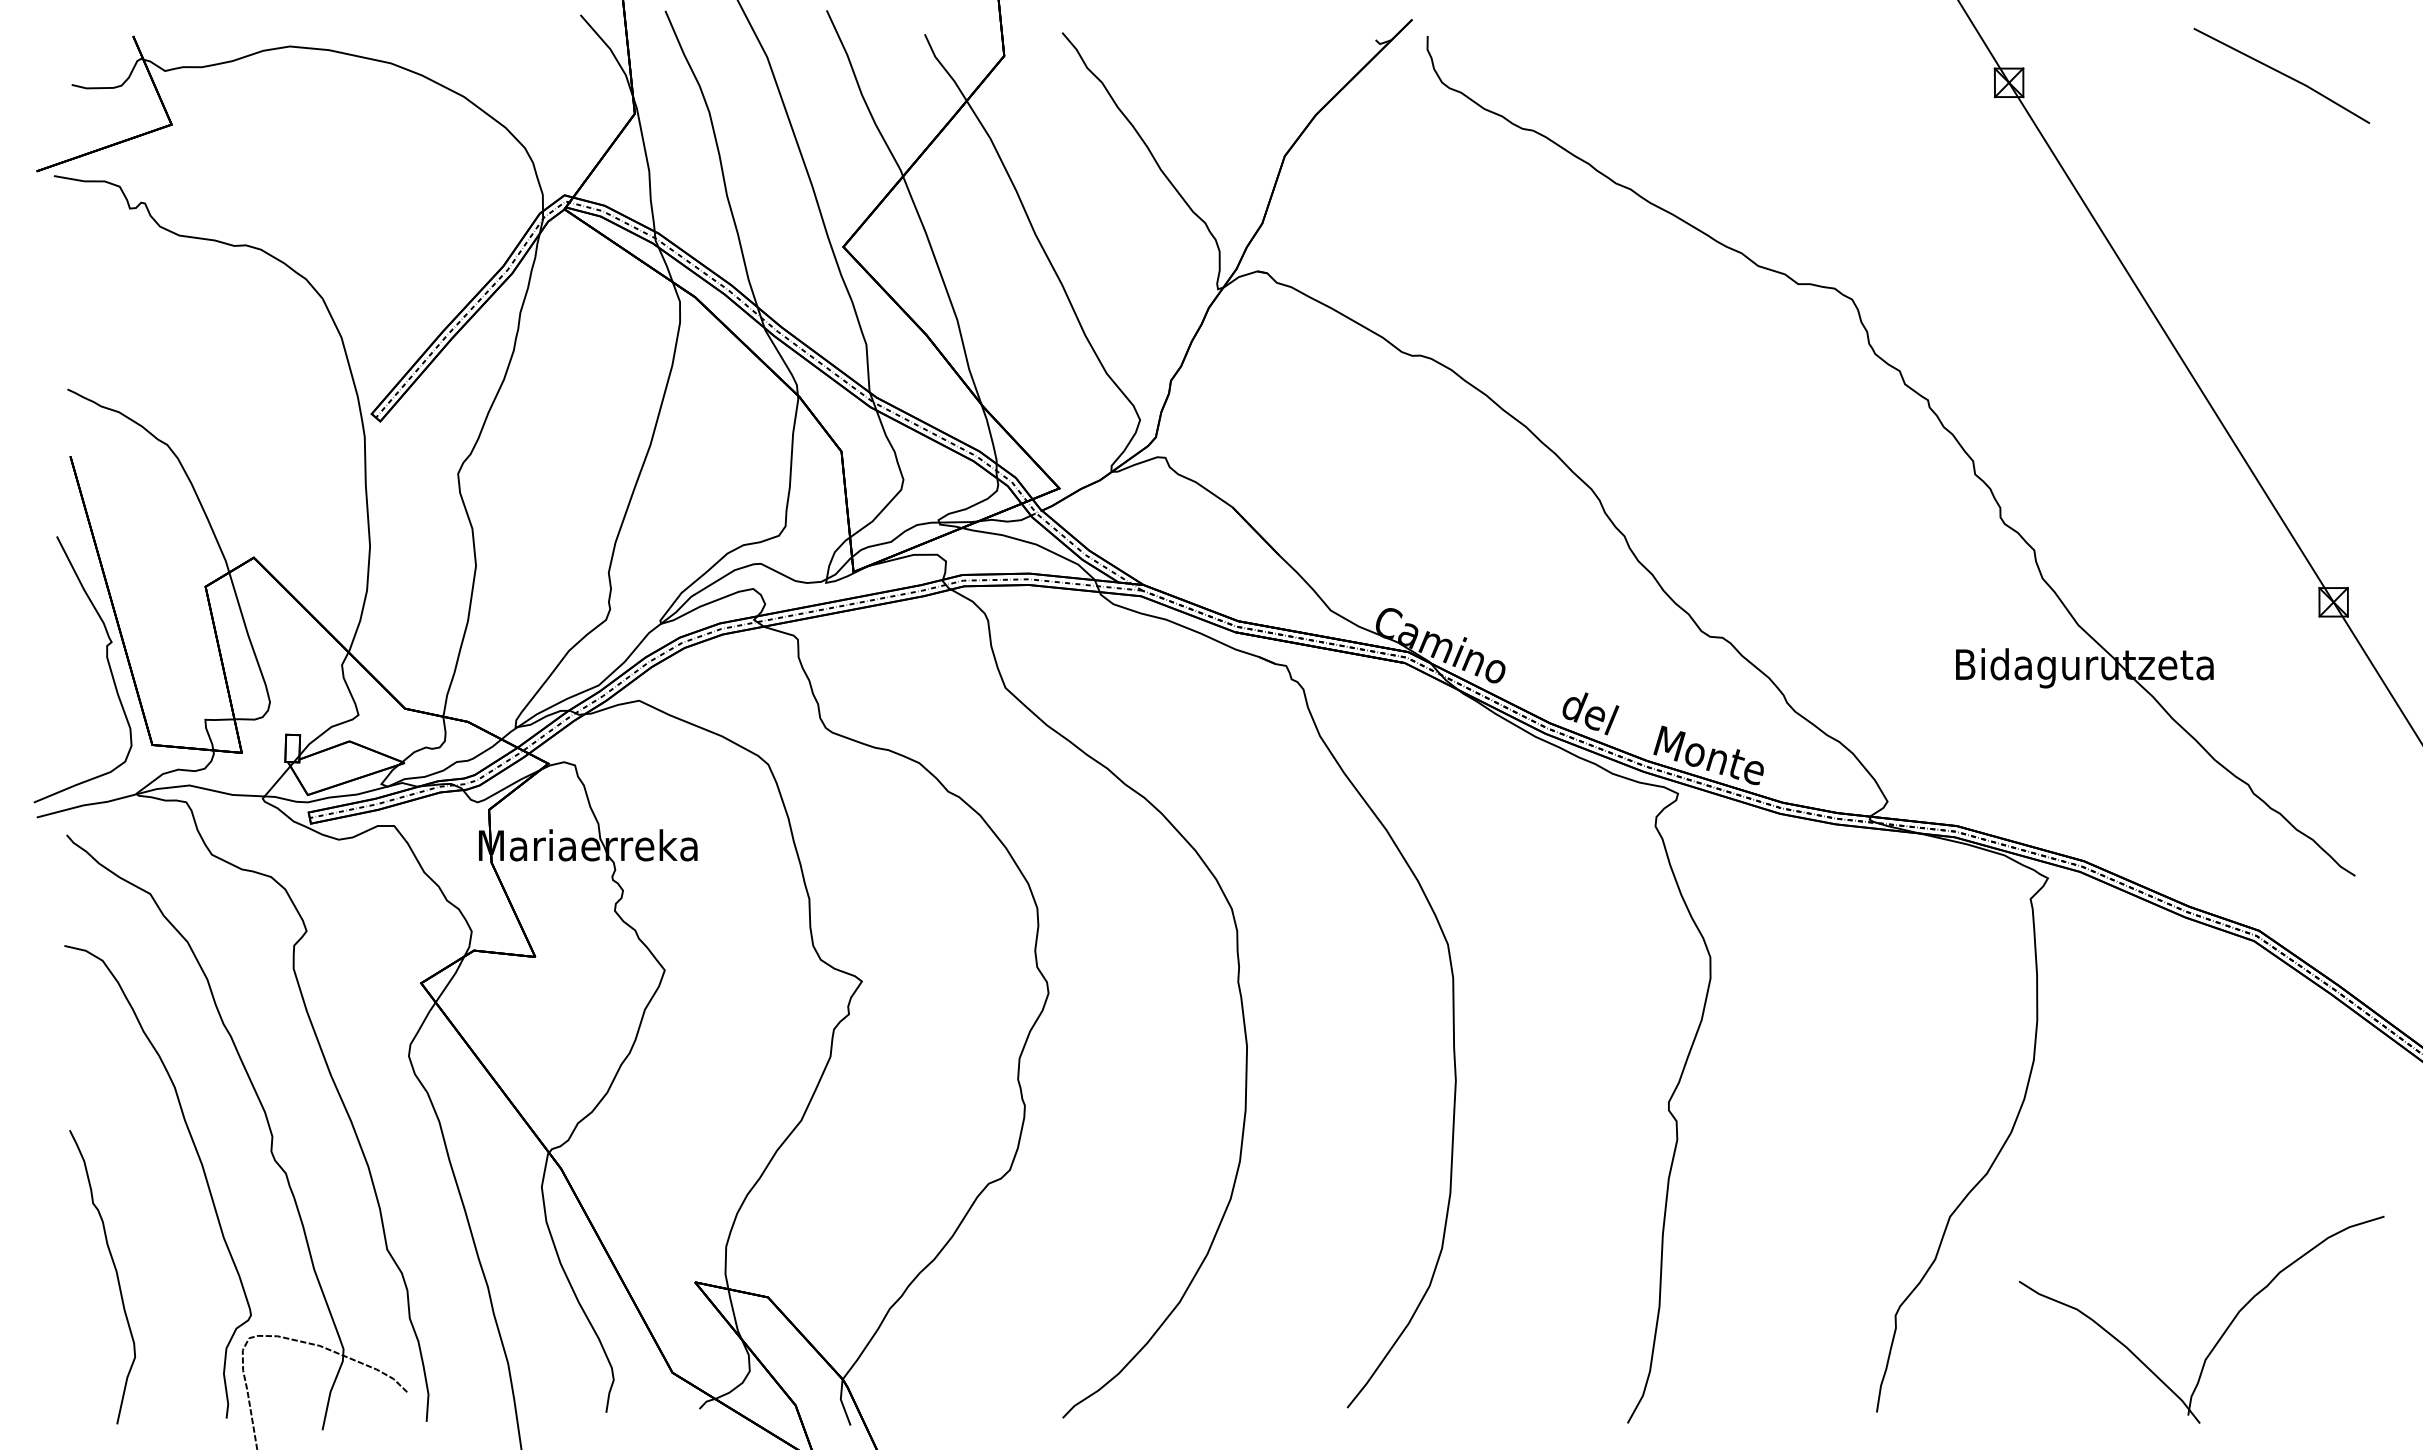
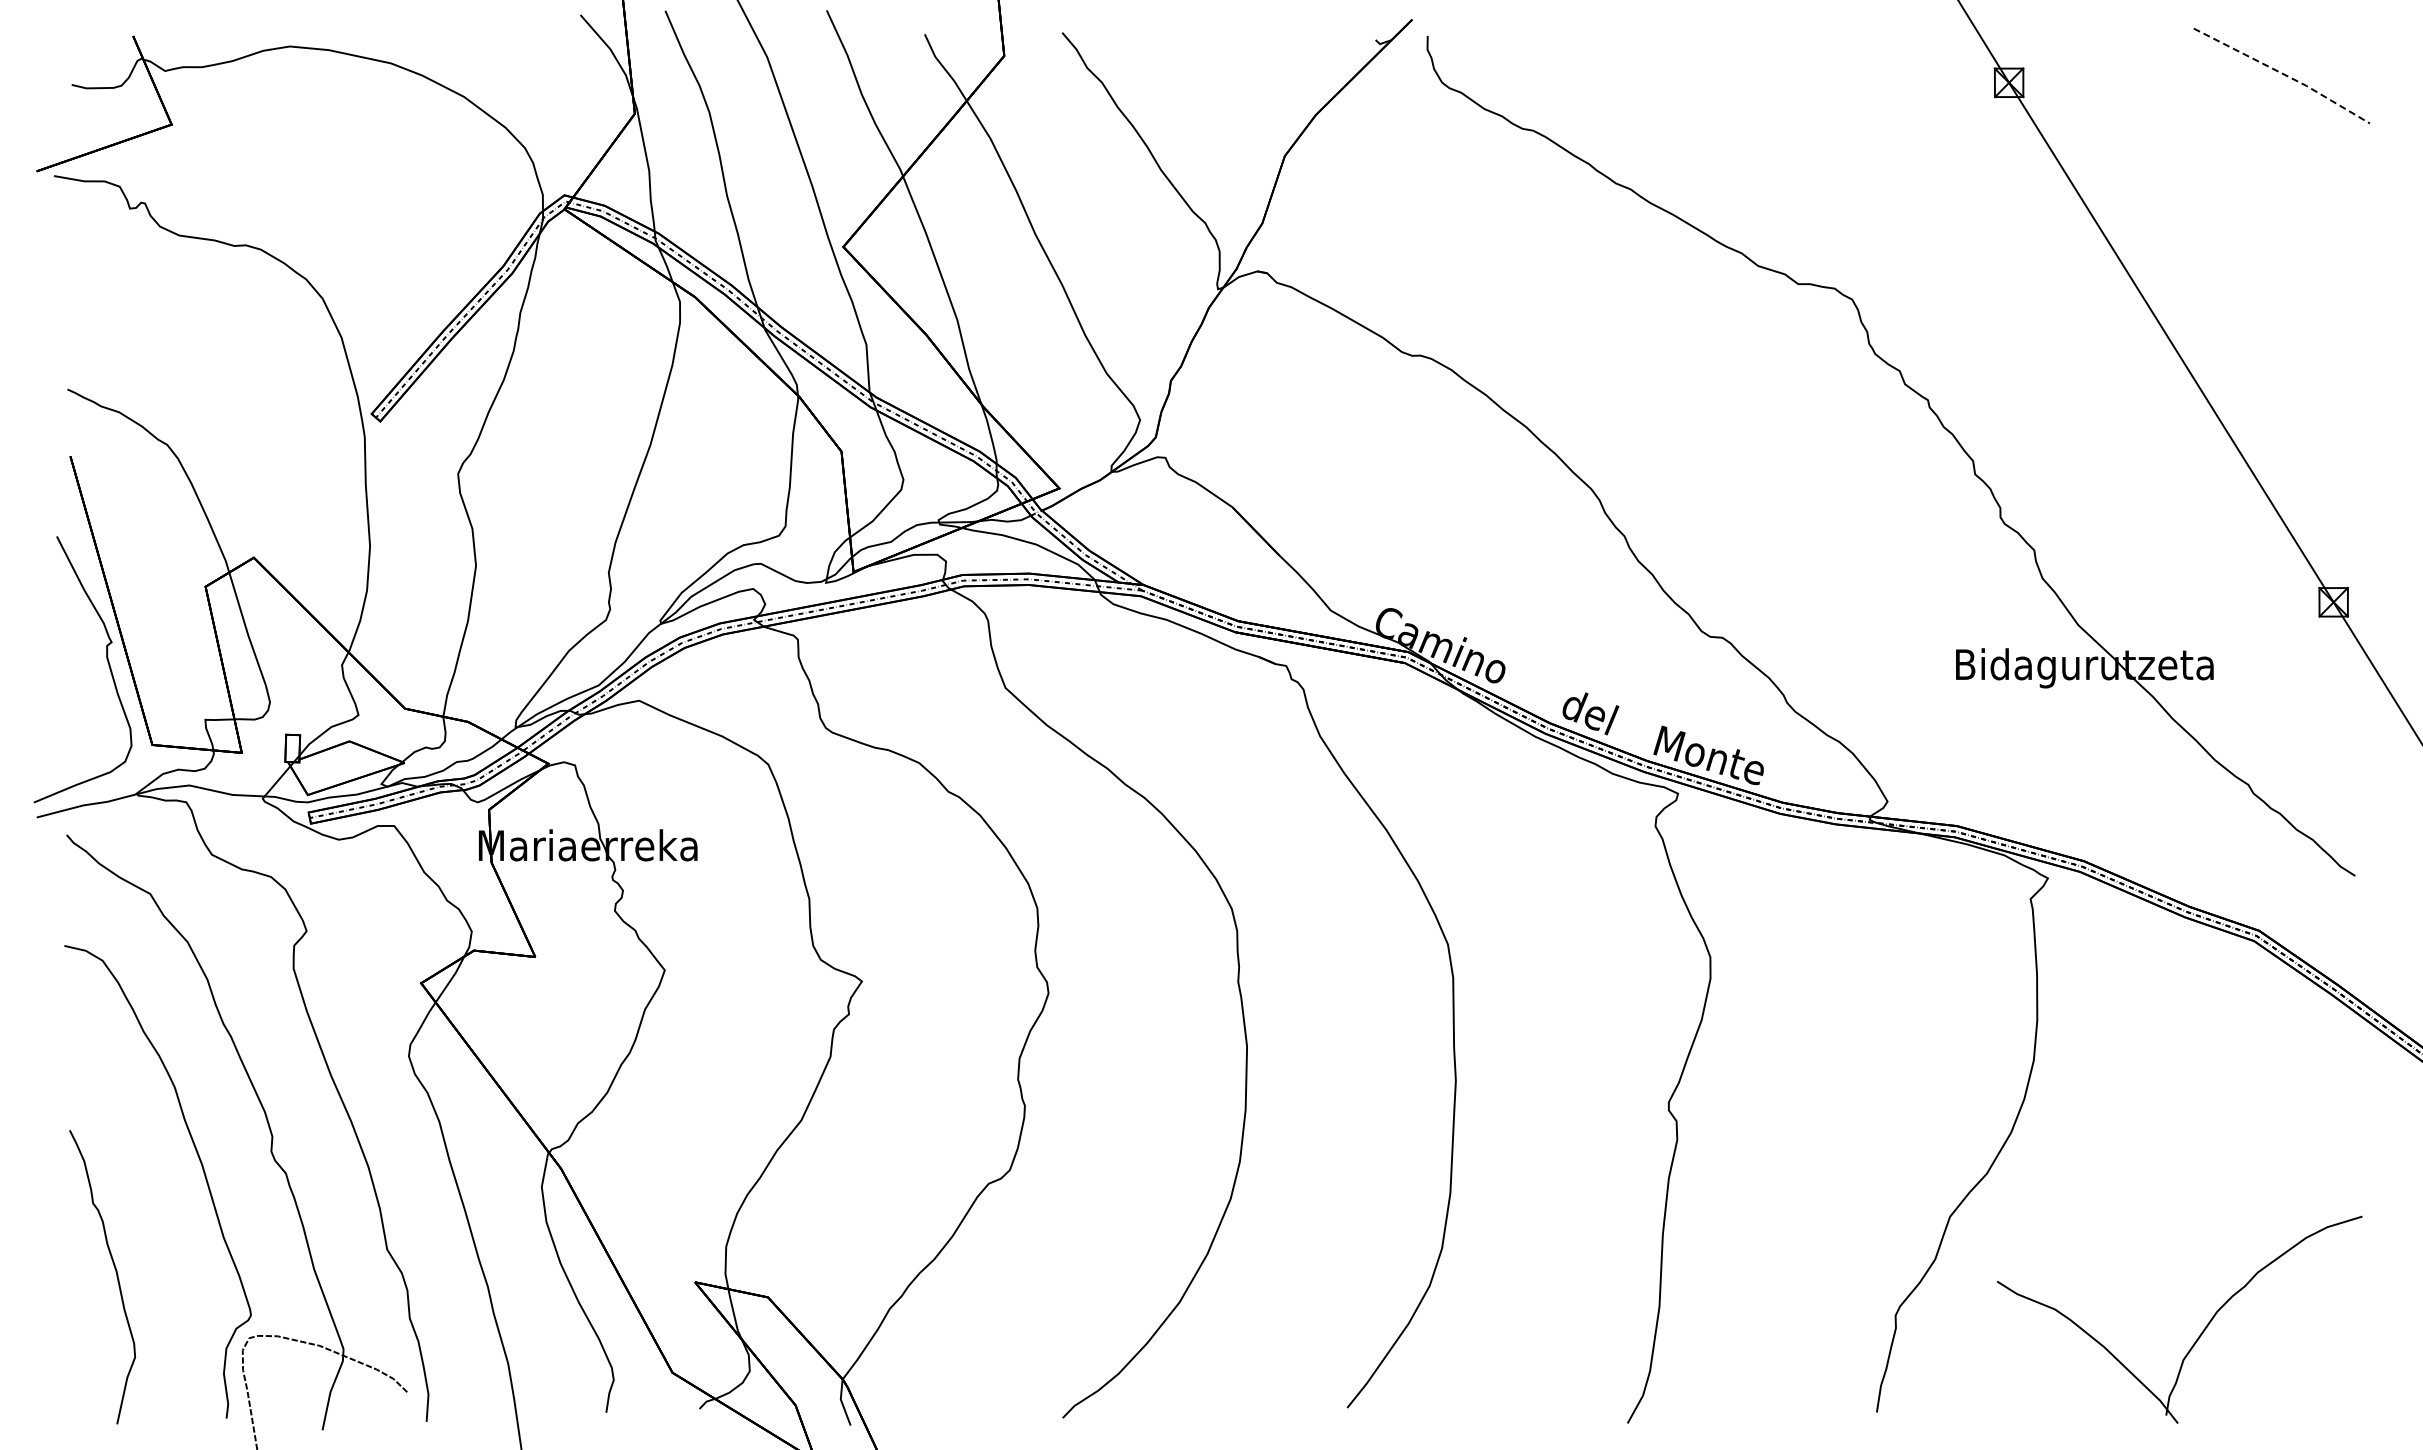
line at (2284, 74): solid -> dashed
part at (2222, 1333) position: (2222, 1333) -> (2200, 1333)
